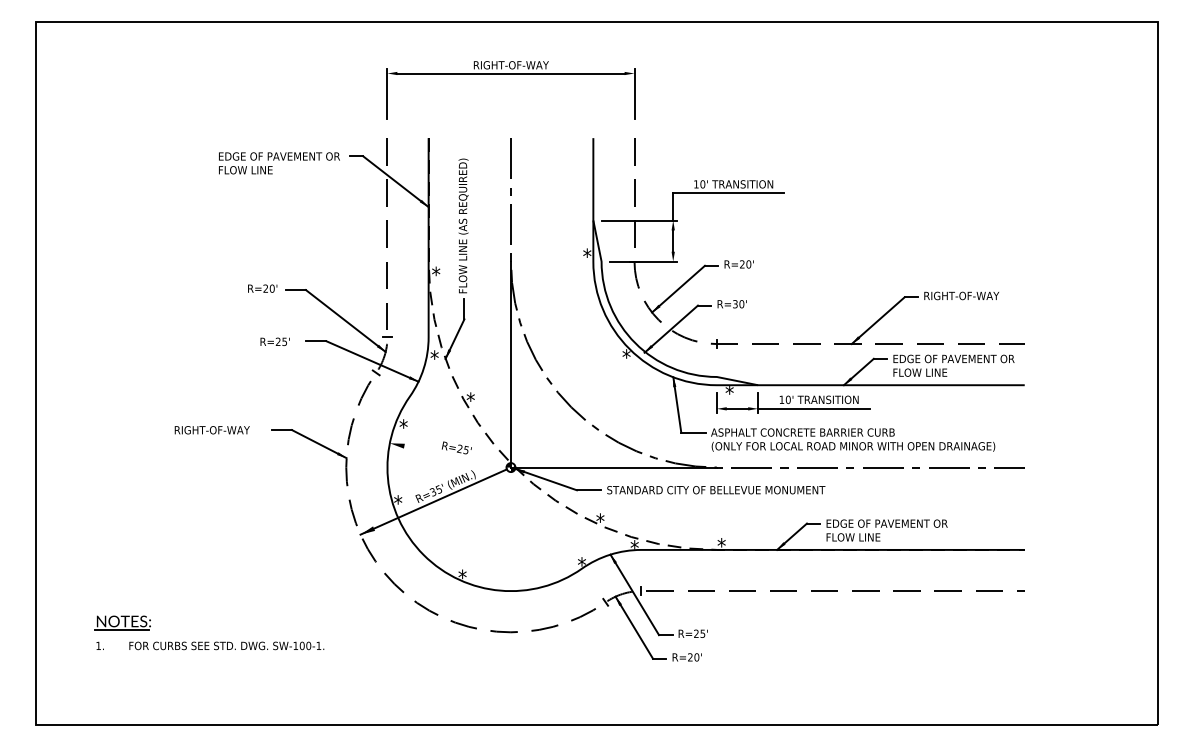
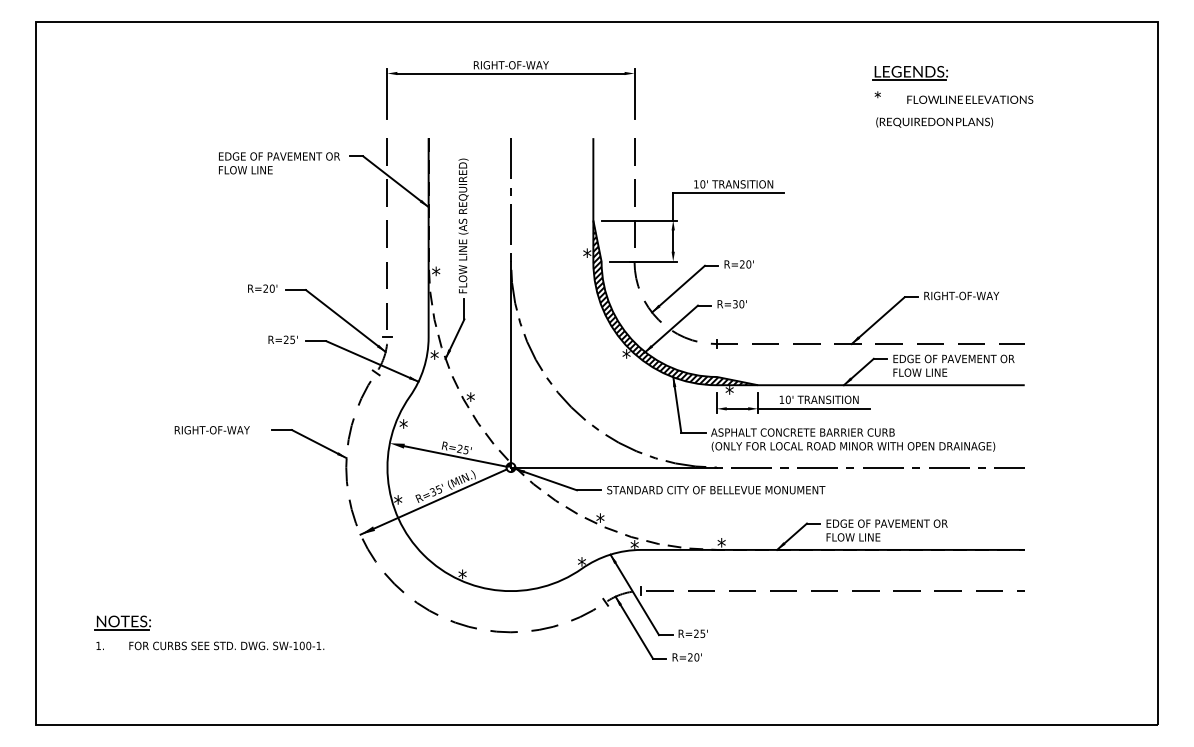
part at (952, 96): none -> present
hatch at (675, 303): none -> present
text at (274, 341) position: (274, 341) -> (282, 339)
line at (455, 456): none -> present
